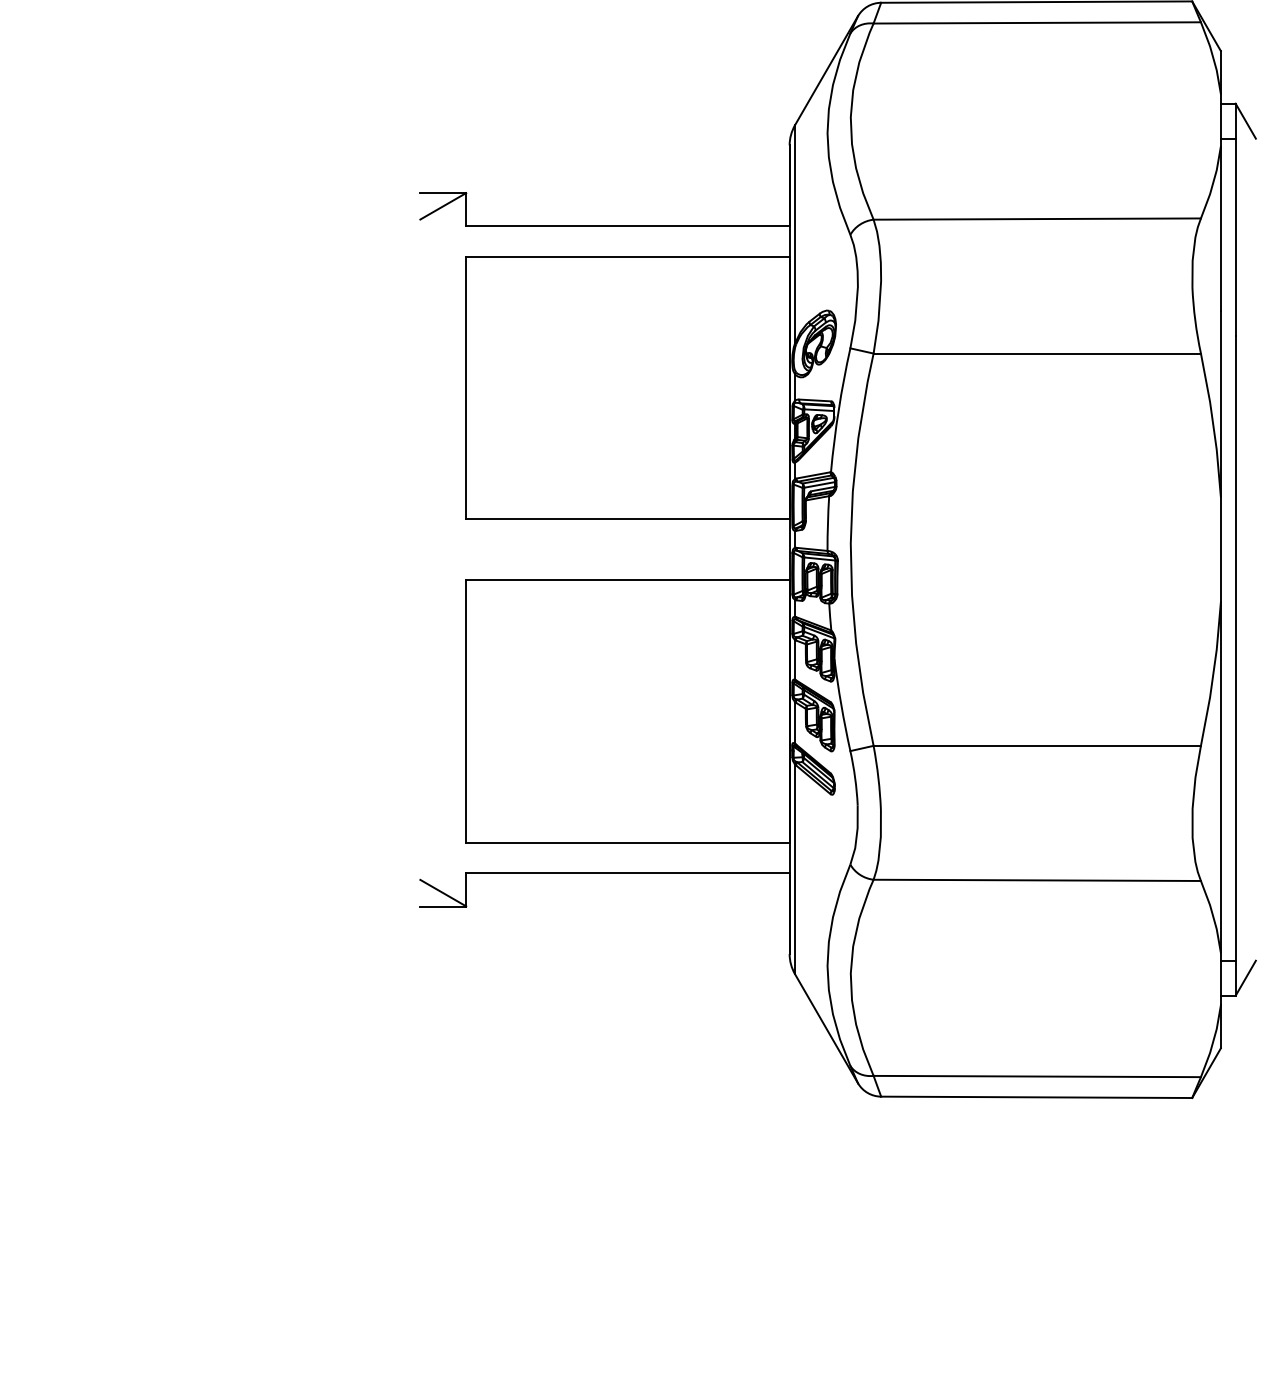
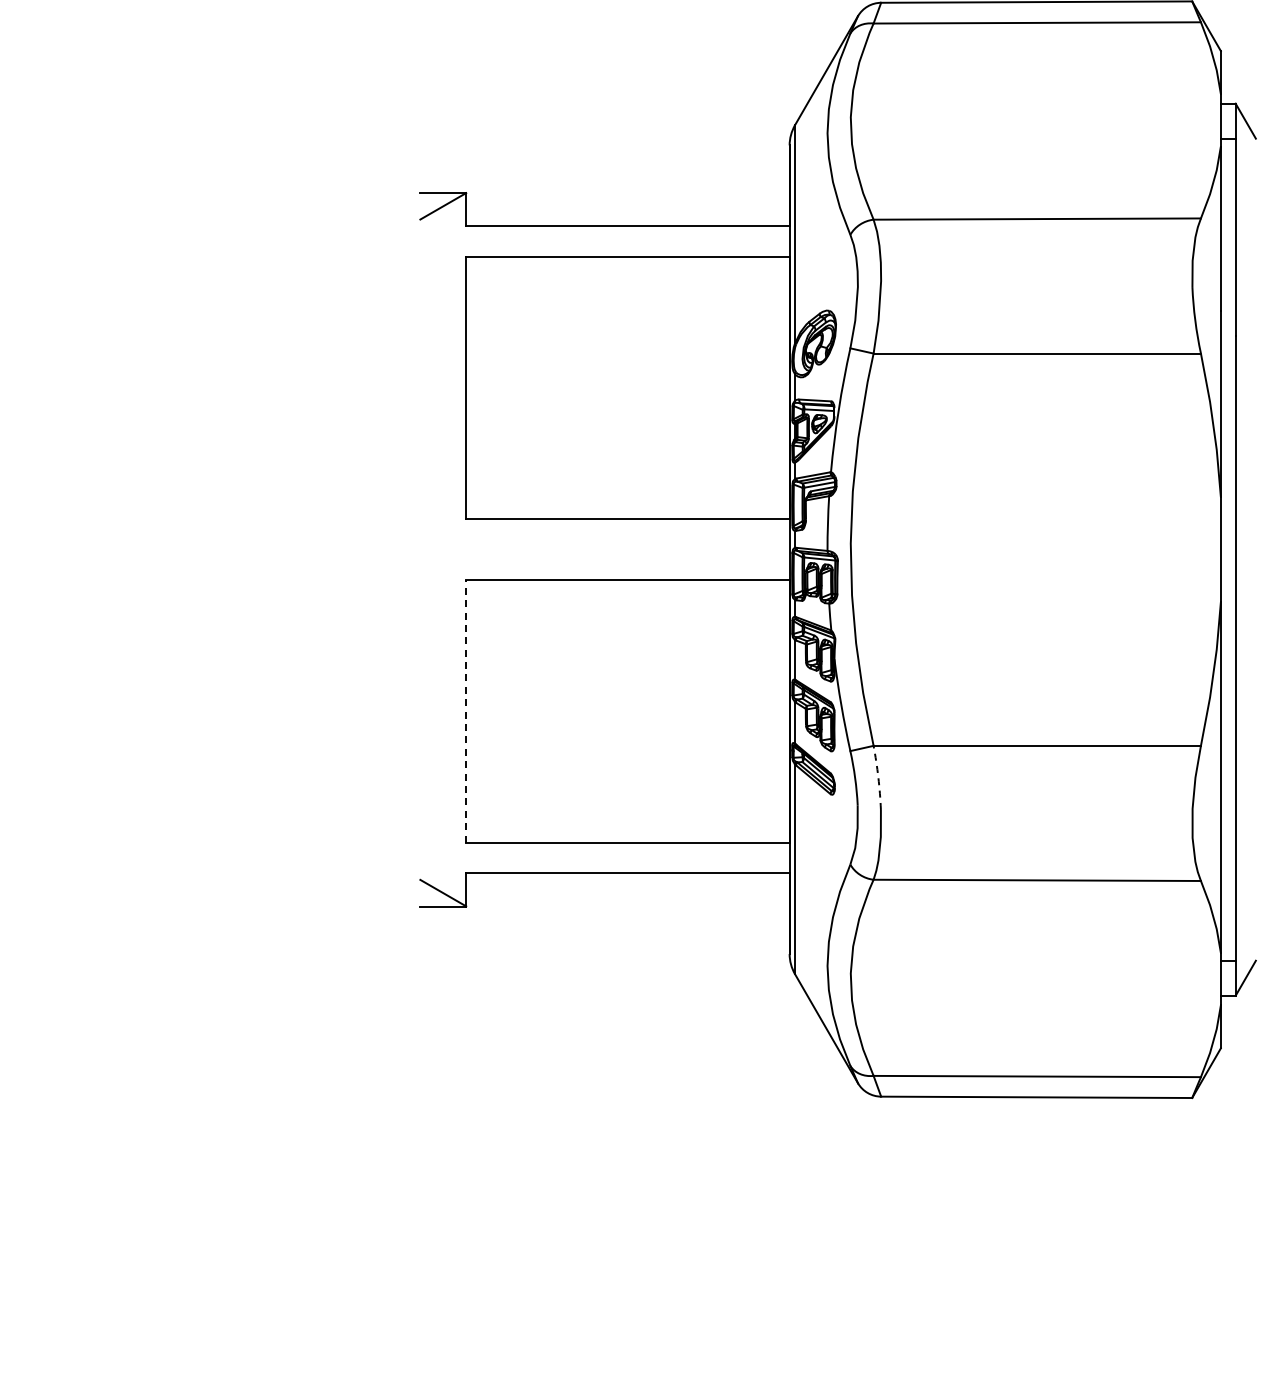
line at (466, 710): solid -> dashed
arc at (878, 777): solid -> dashed
